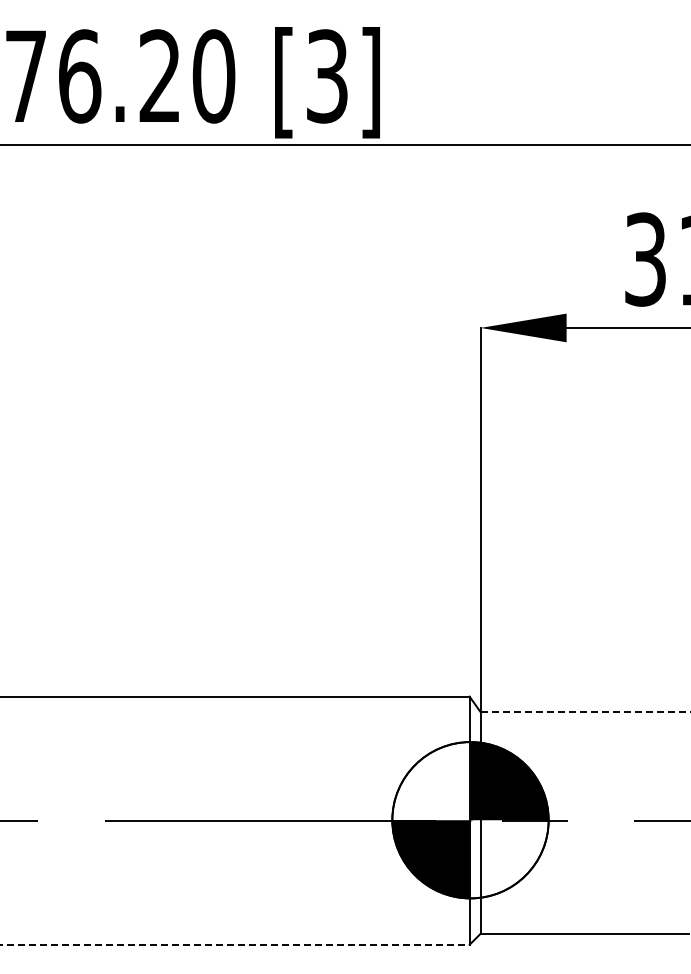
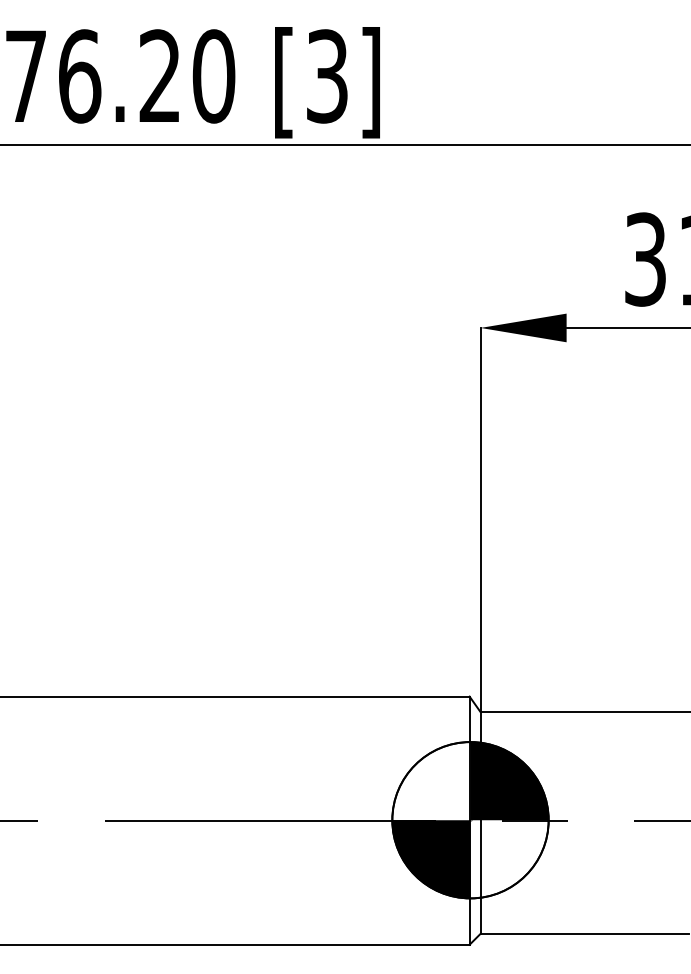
line at (586, 712): dashed -> solid
line at (234, 944): dashed -> solid
